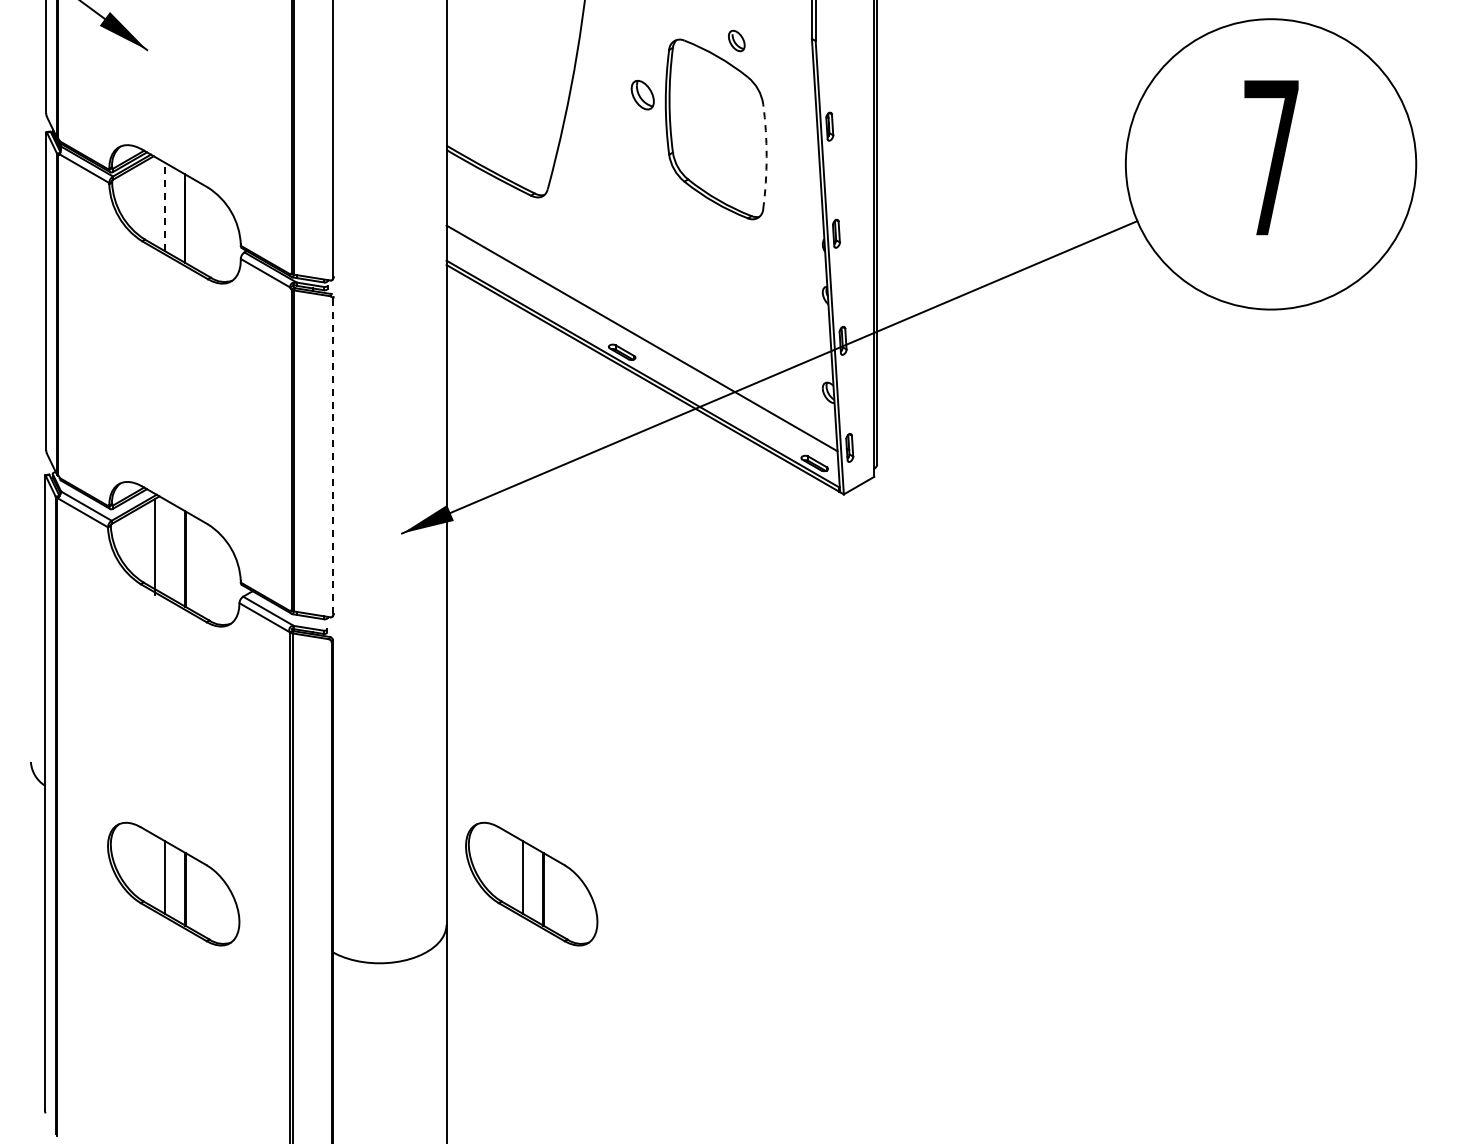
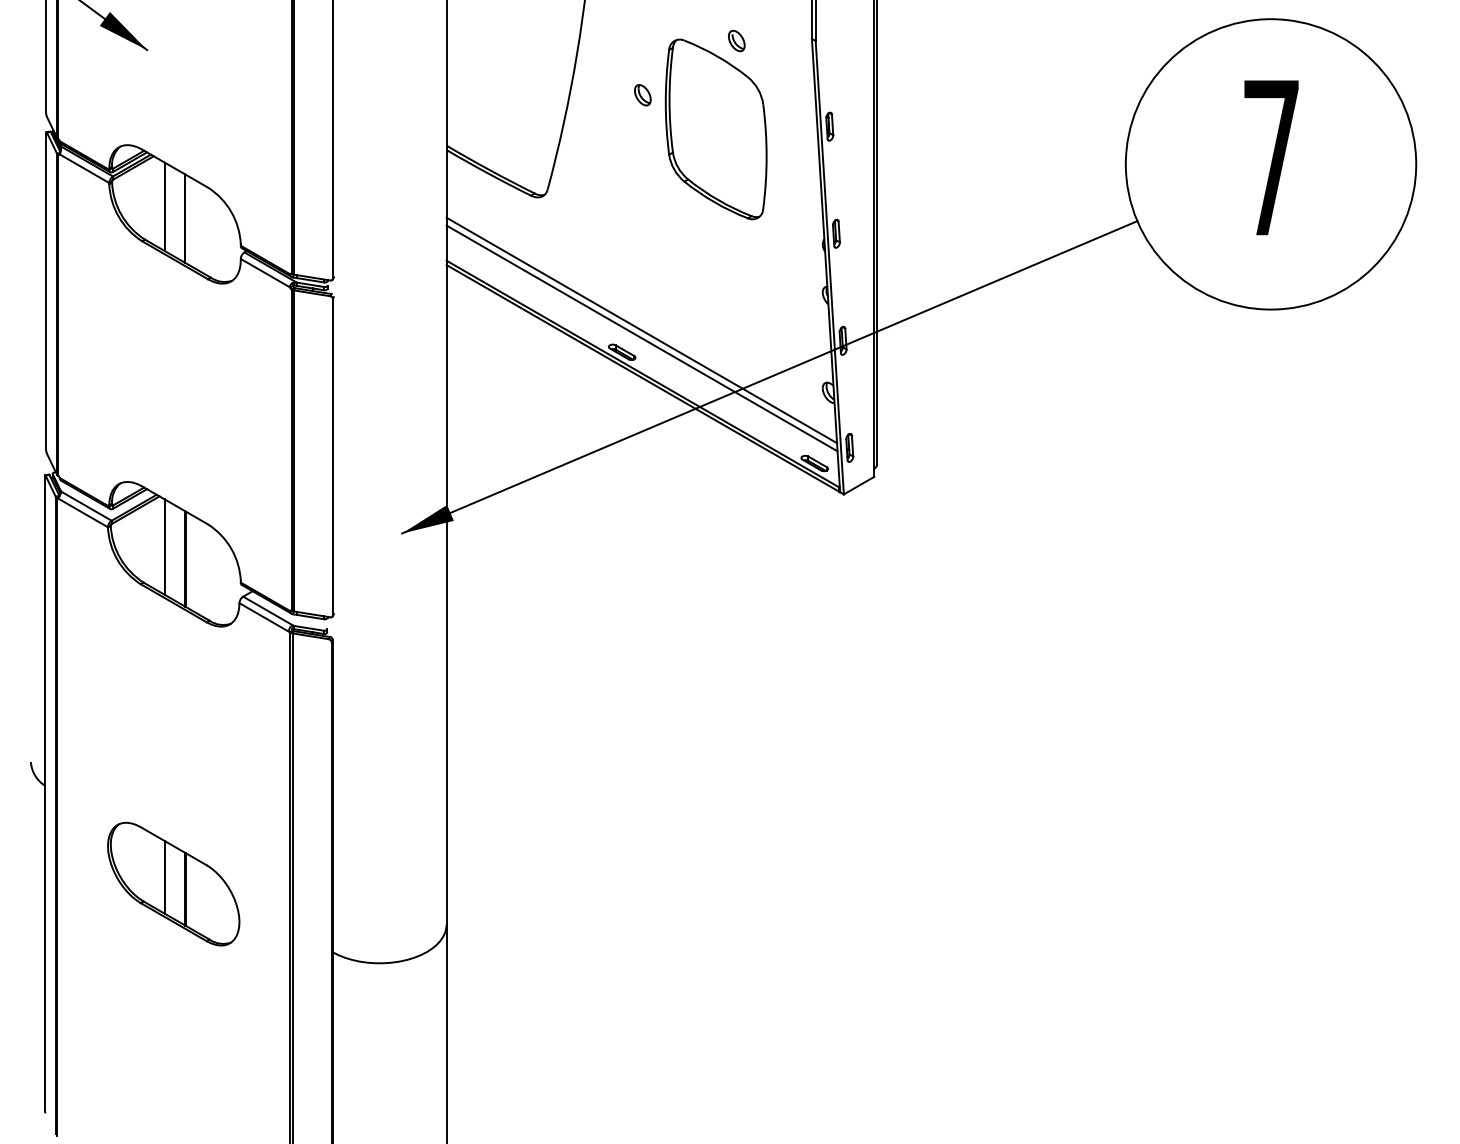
part at (642, 94) size: 25x32 px -> 18x23 px
arc at (766, 156): dashed -> solid
line at (164, 206): dashed -> solid
line at (641, 330): none -> present
line at (332, 457): dashed -> solid
line at (154, 546) position: (154, 546) -> (164, 546)
part at (531, 883): present -> none
